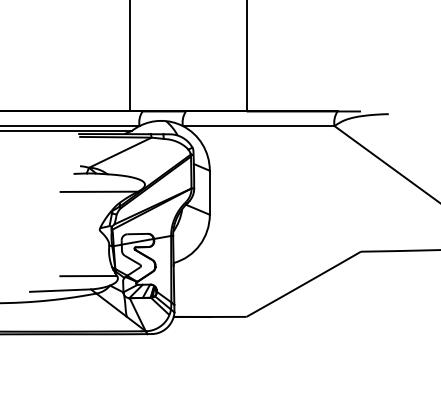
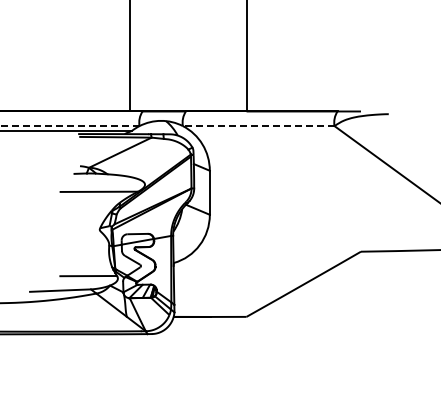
line at (69, 126): solid -> dashed
line at (258, 126): solid -> dashed
